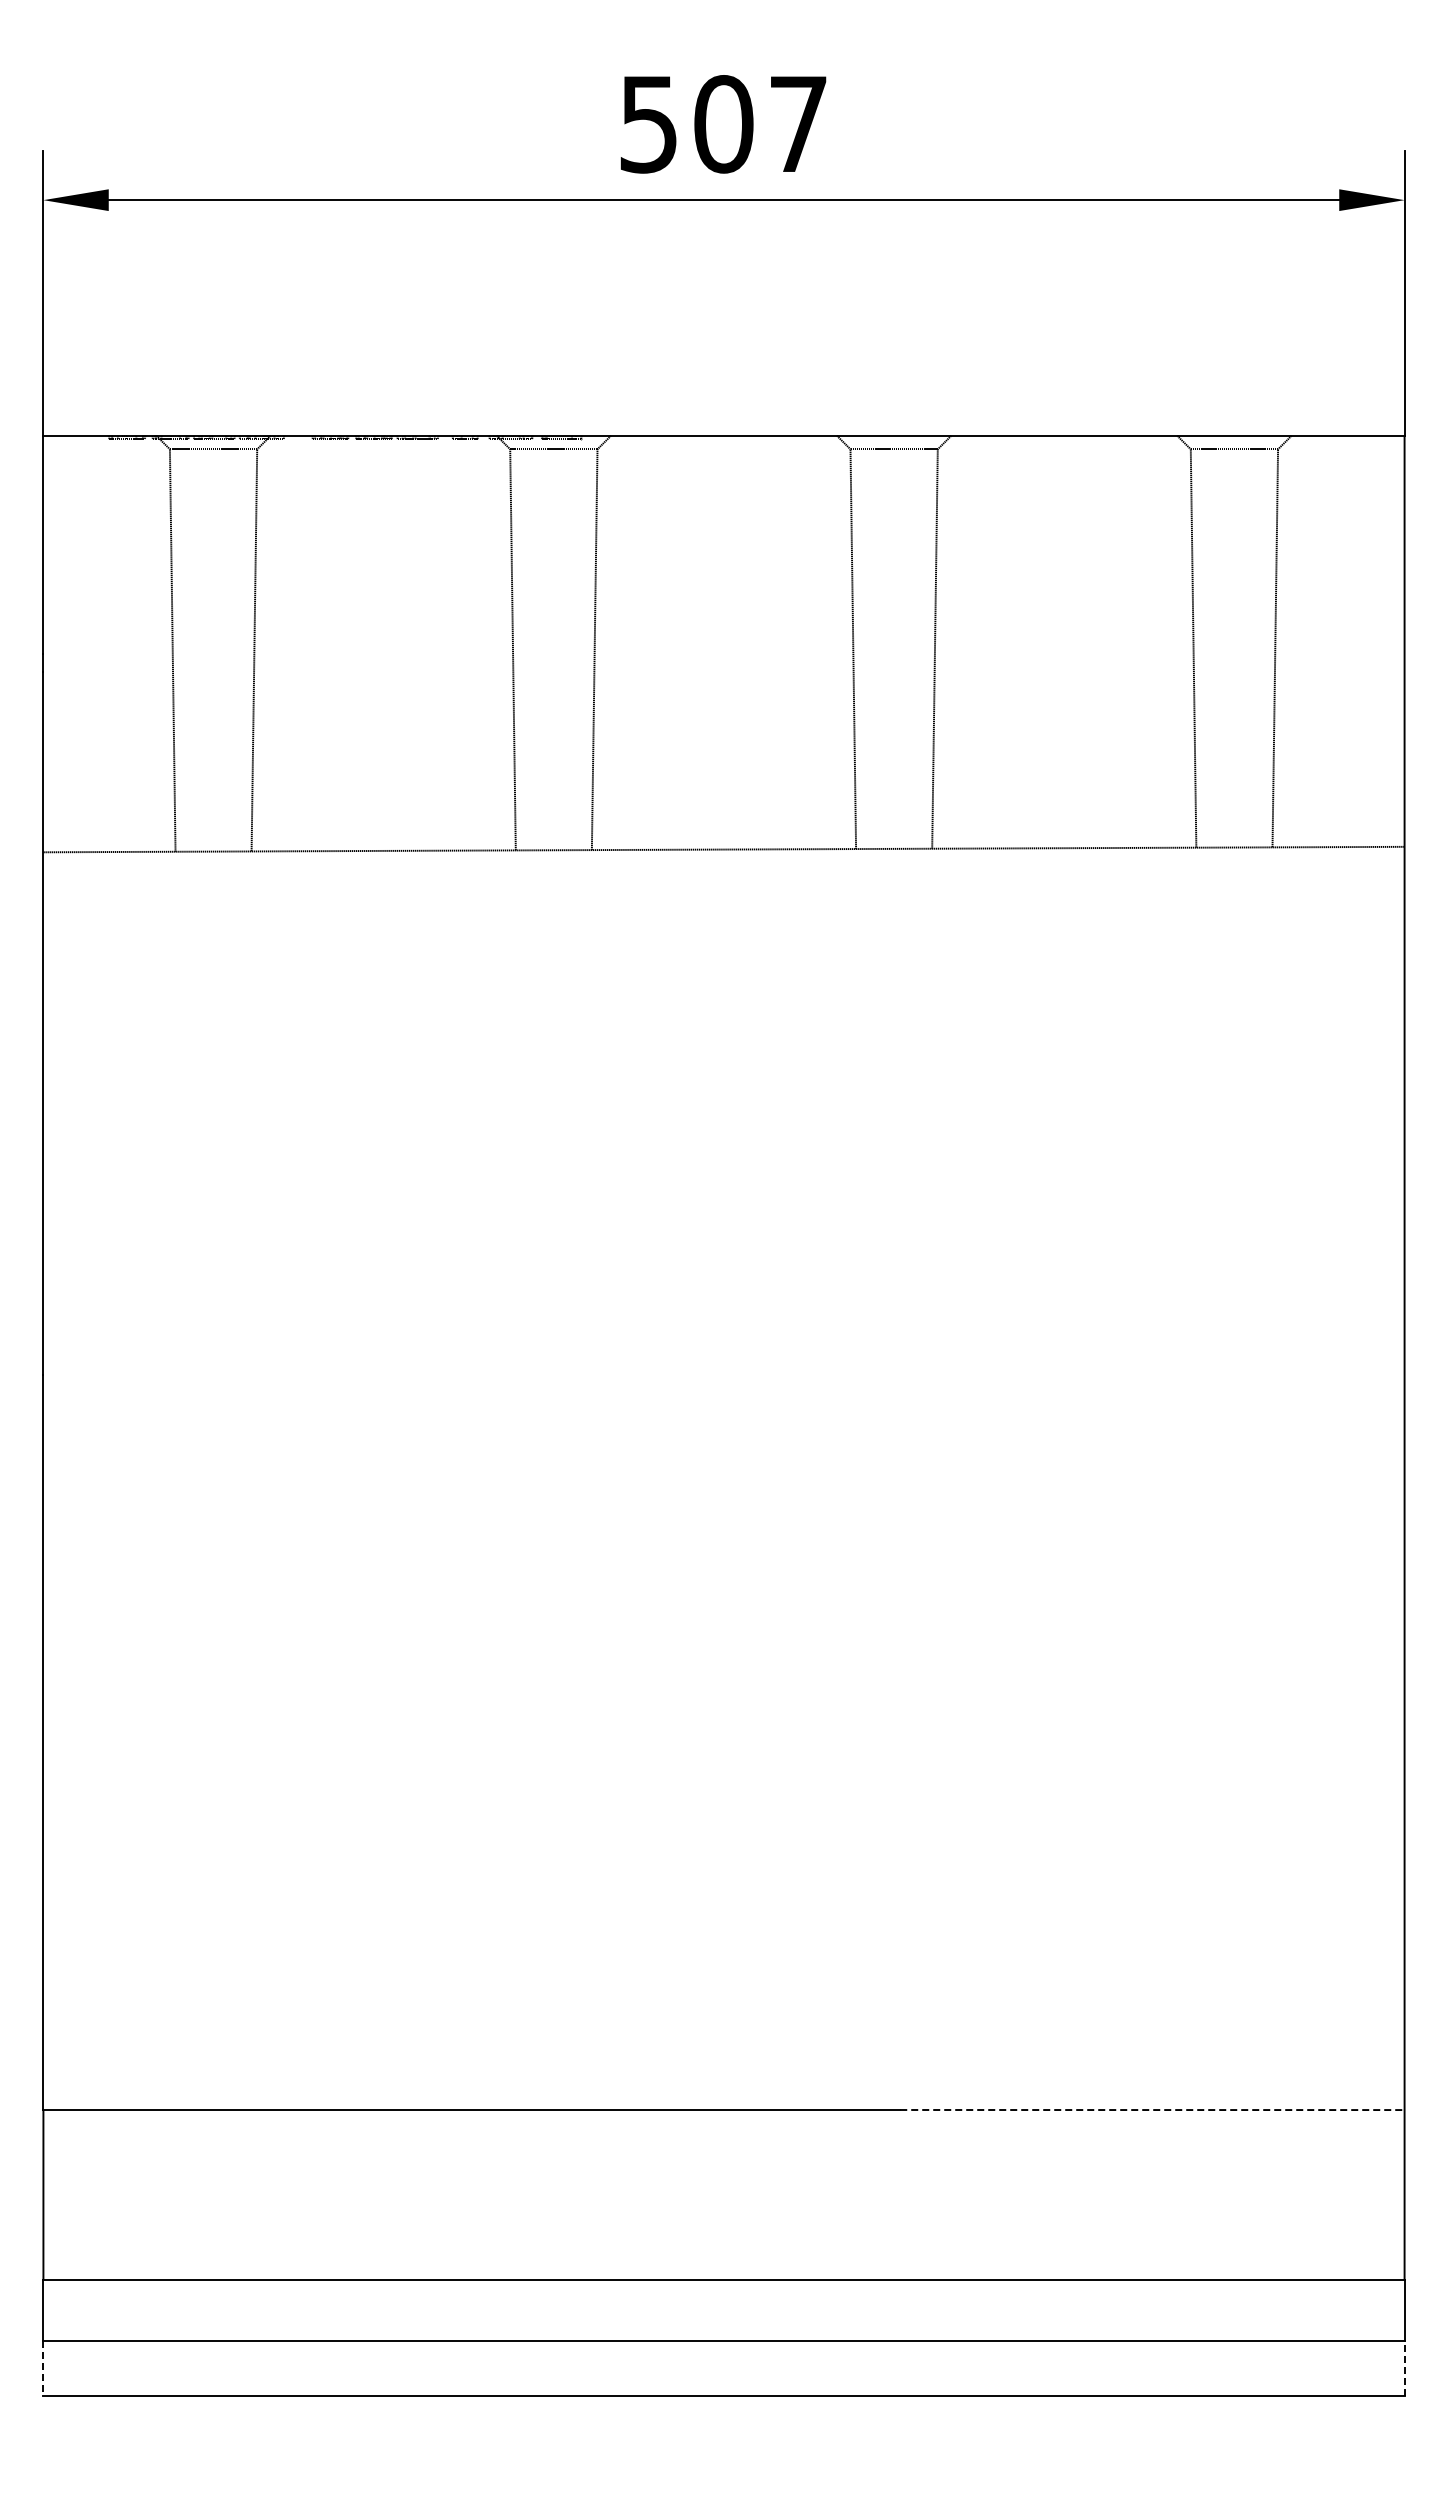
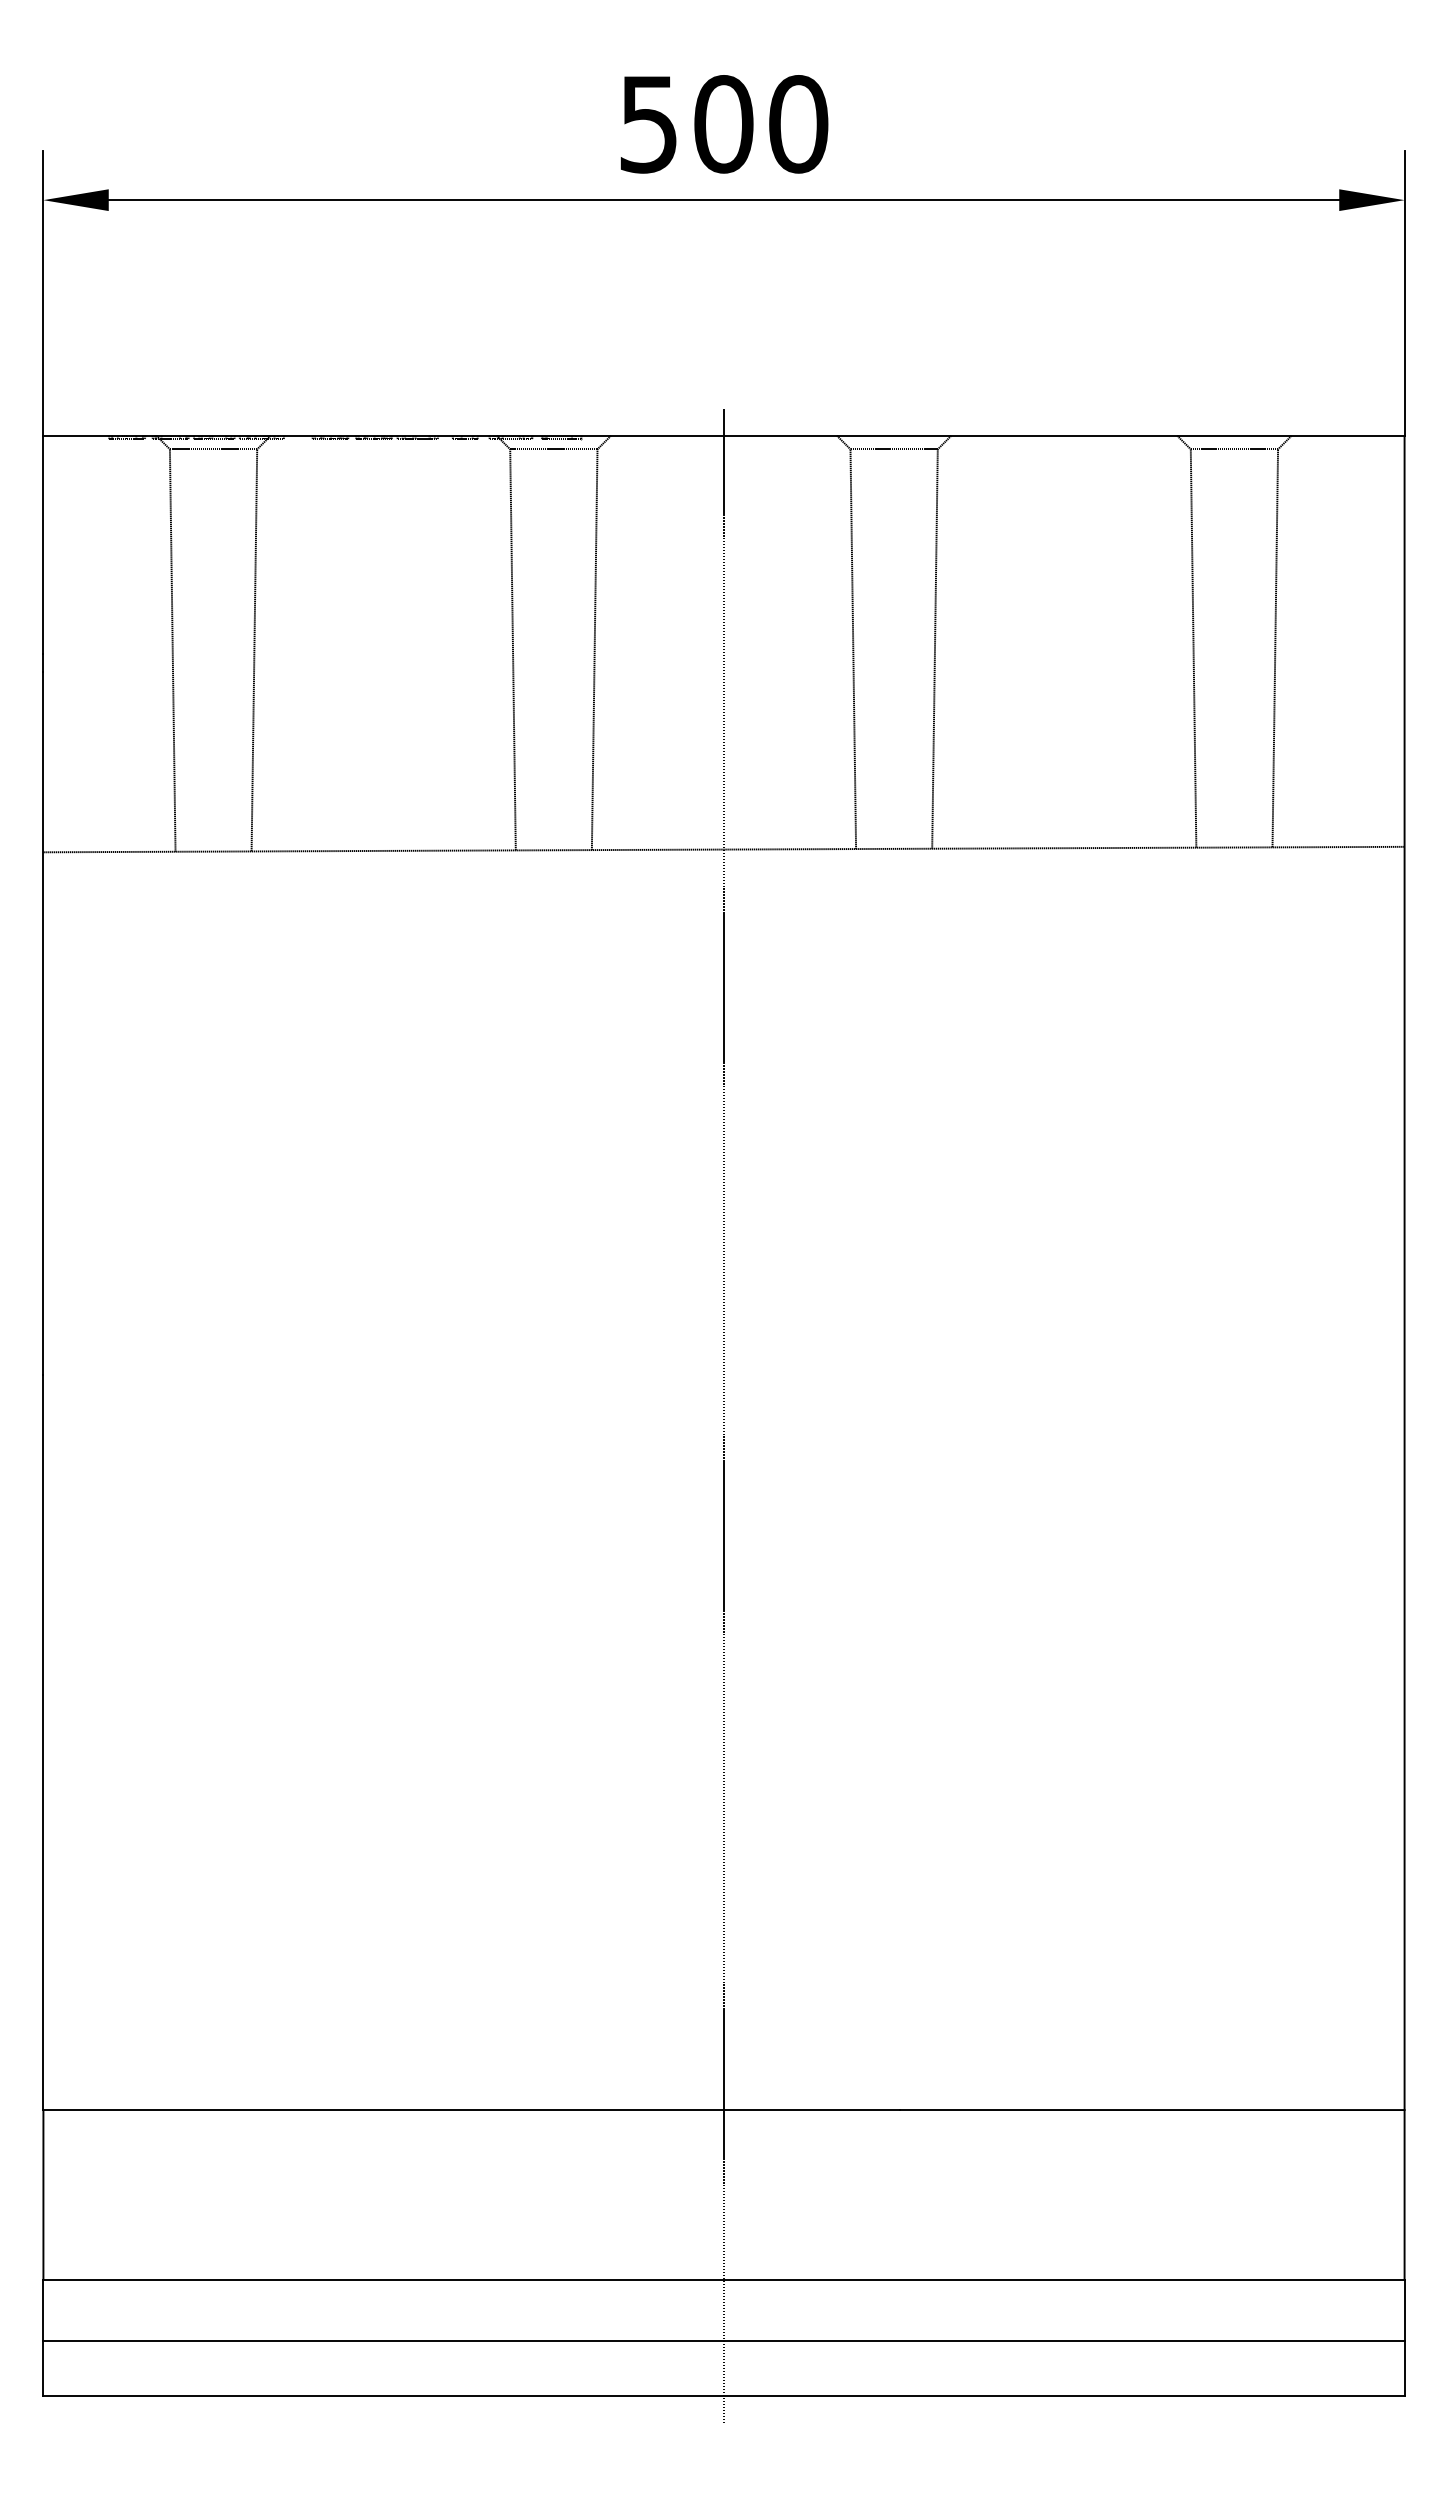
text at (798, 124): 507 -> 500
line at (724, 1415): none -> present
line at (1152, 2110): dashed -> solid
line at (1404, 2368): dashed -> solid
line at (43, 2369): dashed -> solid
